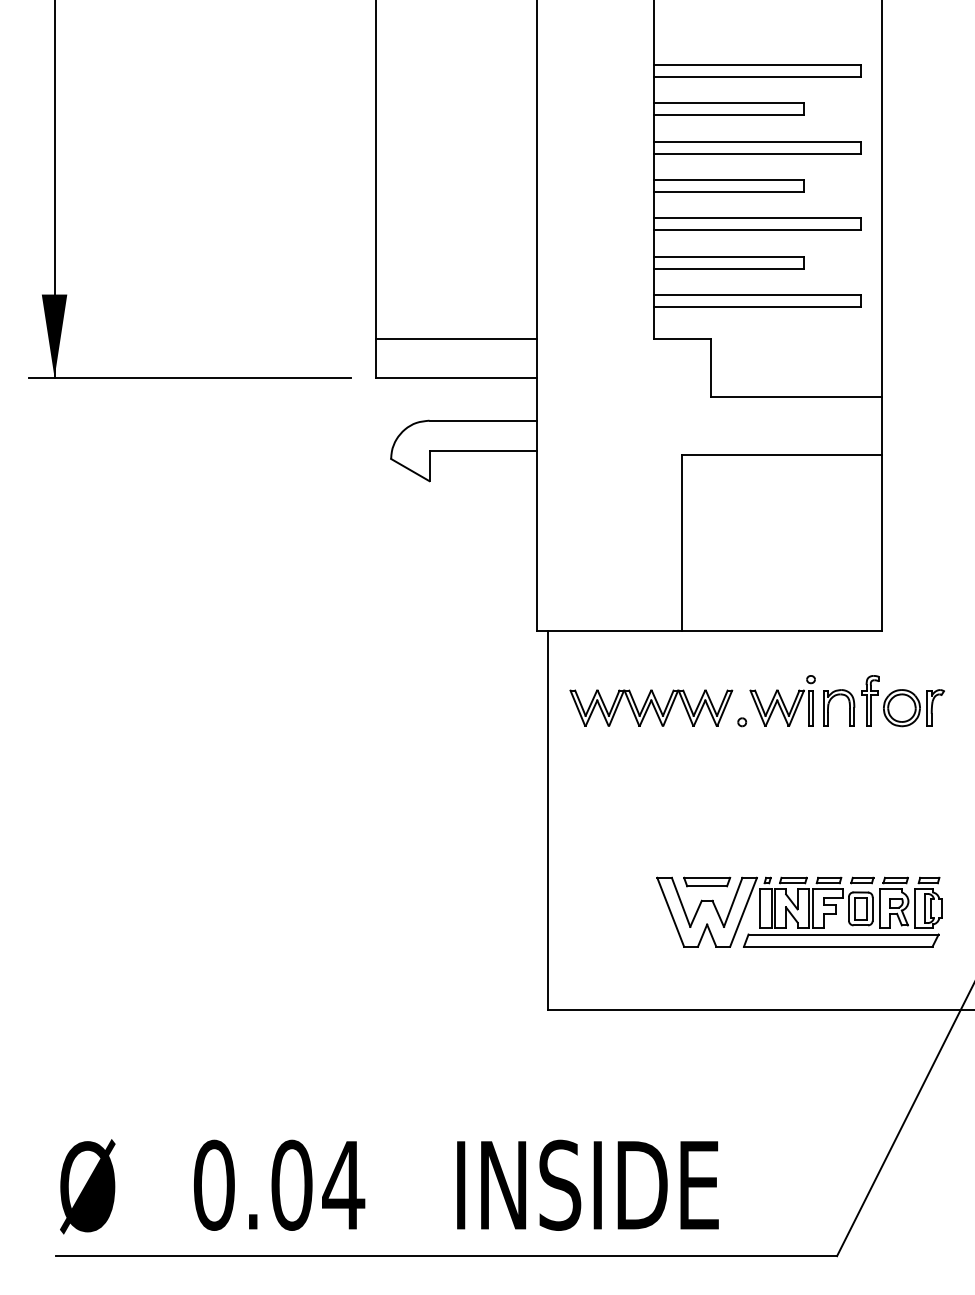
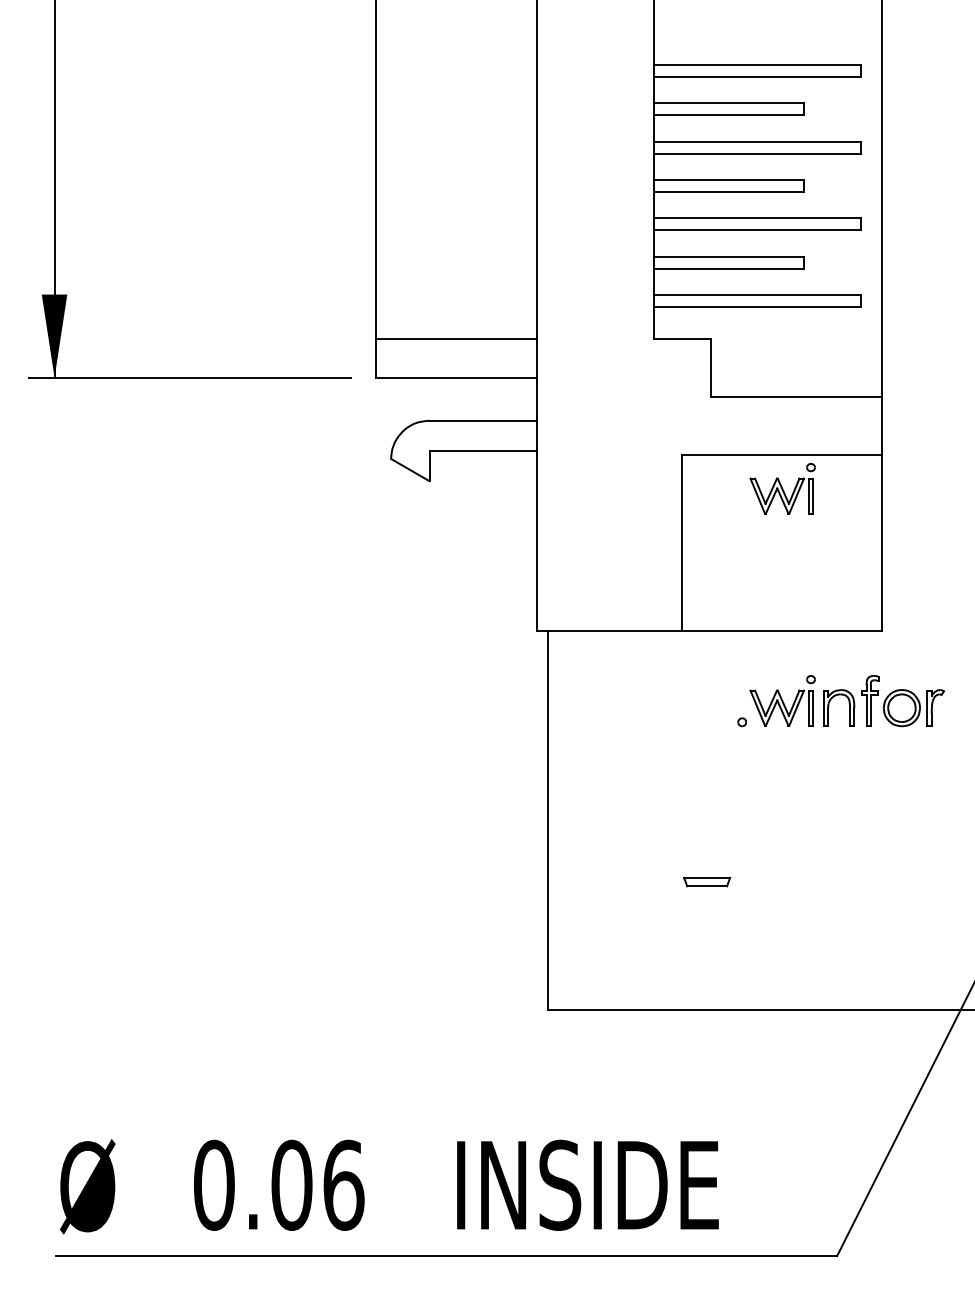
part at (782, 488): none -> present
part at (651, 707): present -> none
part at (799, 911): present -> none
text at (343, 1184): 0.04 -> 0.06
